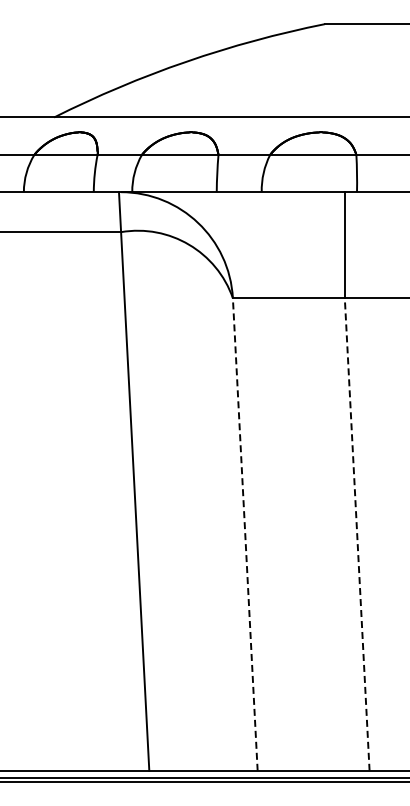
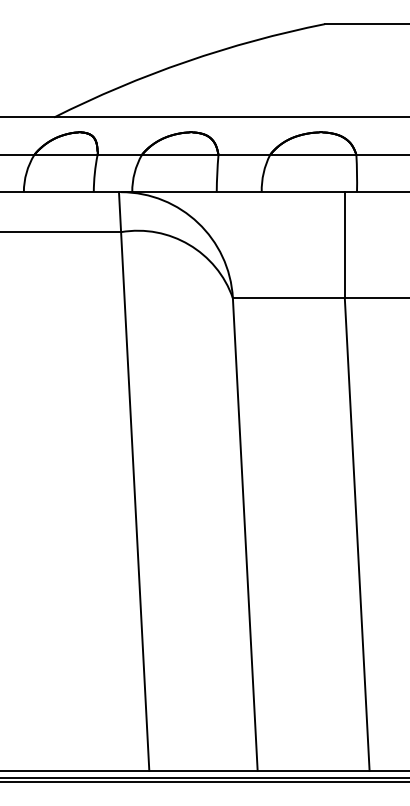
line at (245, 534): dashed -> solid
line at (357, 534): dashed -> solid
